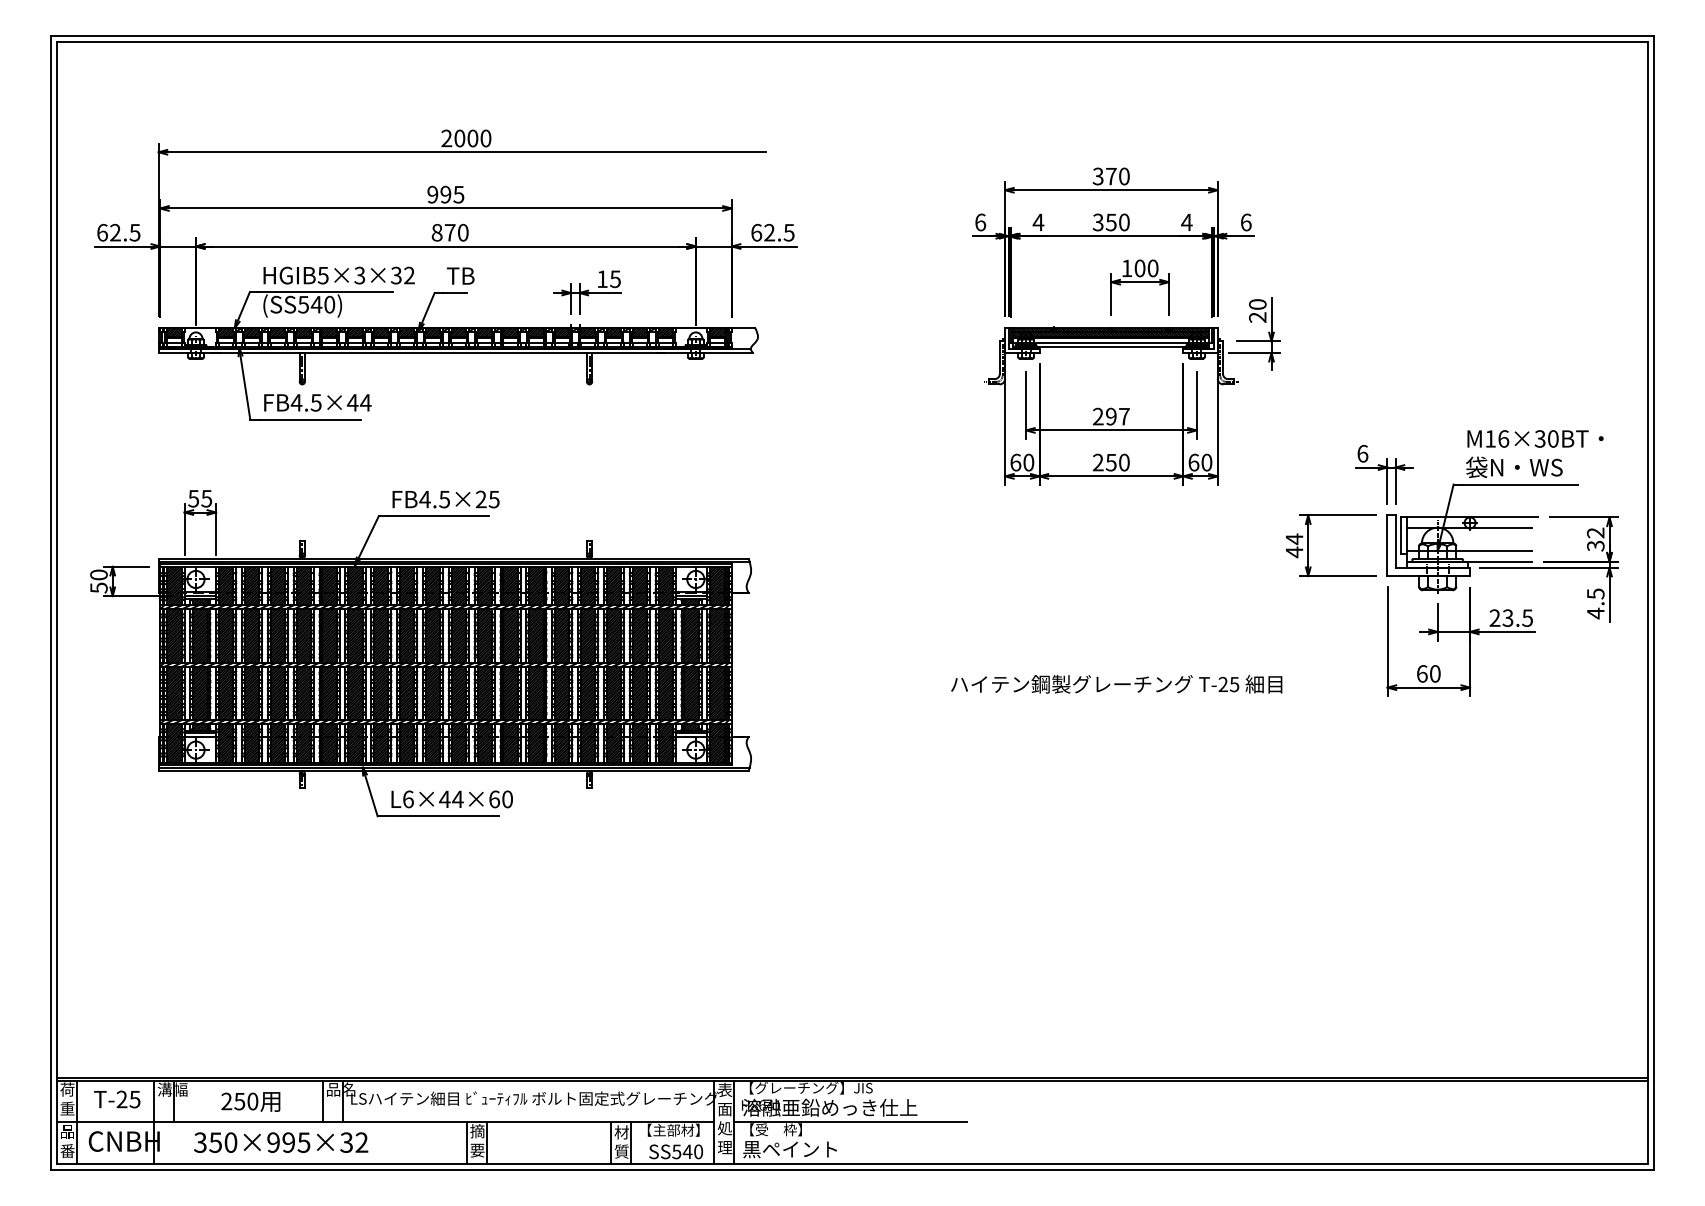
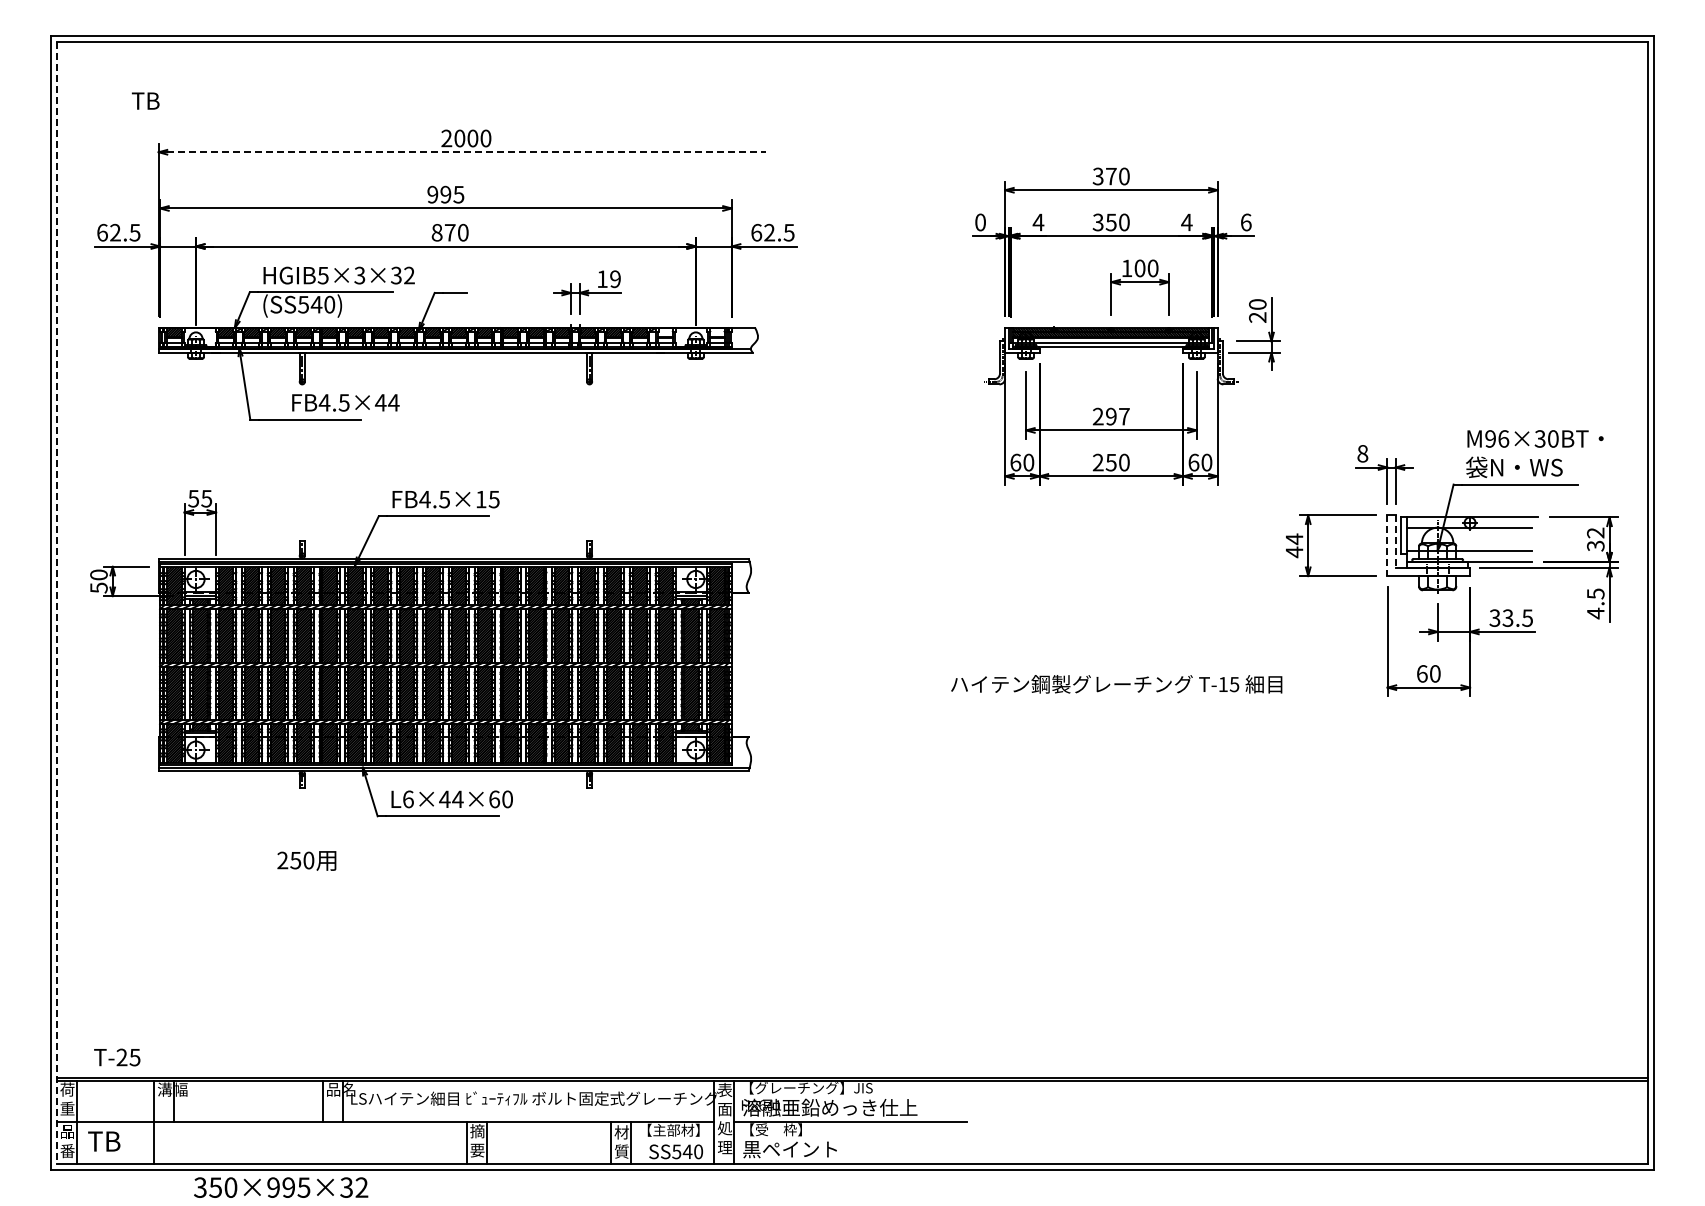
line at (466, 152): solid -> dashed
text at (980, 222): 6 -> 0
text at (460, 275) position: (460, 275) -> (145, 100)
text at (615, 278): 15 -> 19
hatch at (665, 332): present -> none
hatch at (717, 332): present -> none
text at (317, 402) position: (317, 402) -> (345, 402)
text at (1490, 438): M16×30BT -> M96×30BT
text at (1362, 453): 6 -> 8
text at (480, 499): FB4.5×25 -> FB4.5×15
line at (1395, 542): solid -> dashed
line at (1387, 546): solid -> dashed
line at (56, 603): solid -> dashed
text at (1494, 618): 23.5 -> 33.5
text at (1222, 683): T-25 -> T-15
text at (117, 1099) position: (117, 1099) -> (117, 1057)
text at (250, 1101) position: (250, 1101) -> (306, 860)
text at (123, 1141): CNBH -> TB
text at (281, 1142) position: (281, 1142) -> (281, 1187)
